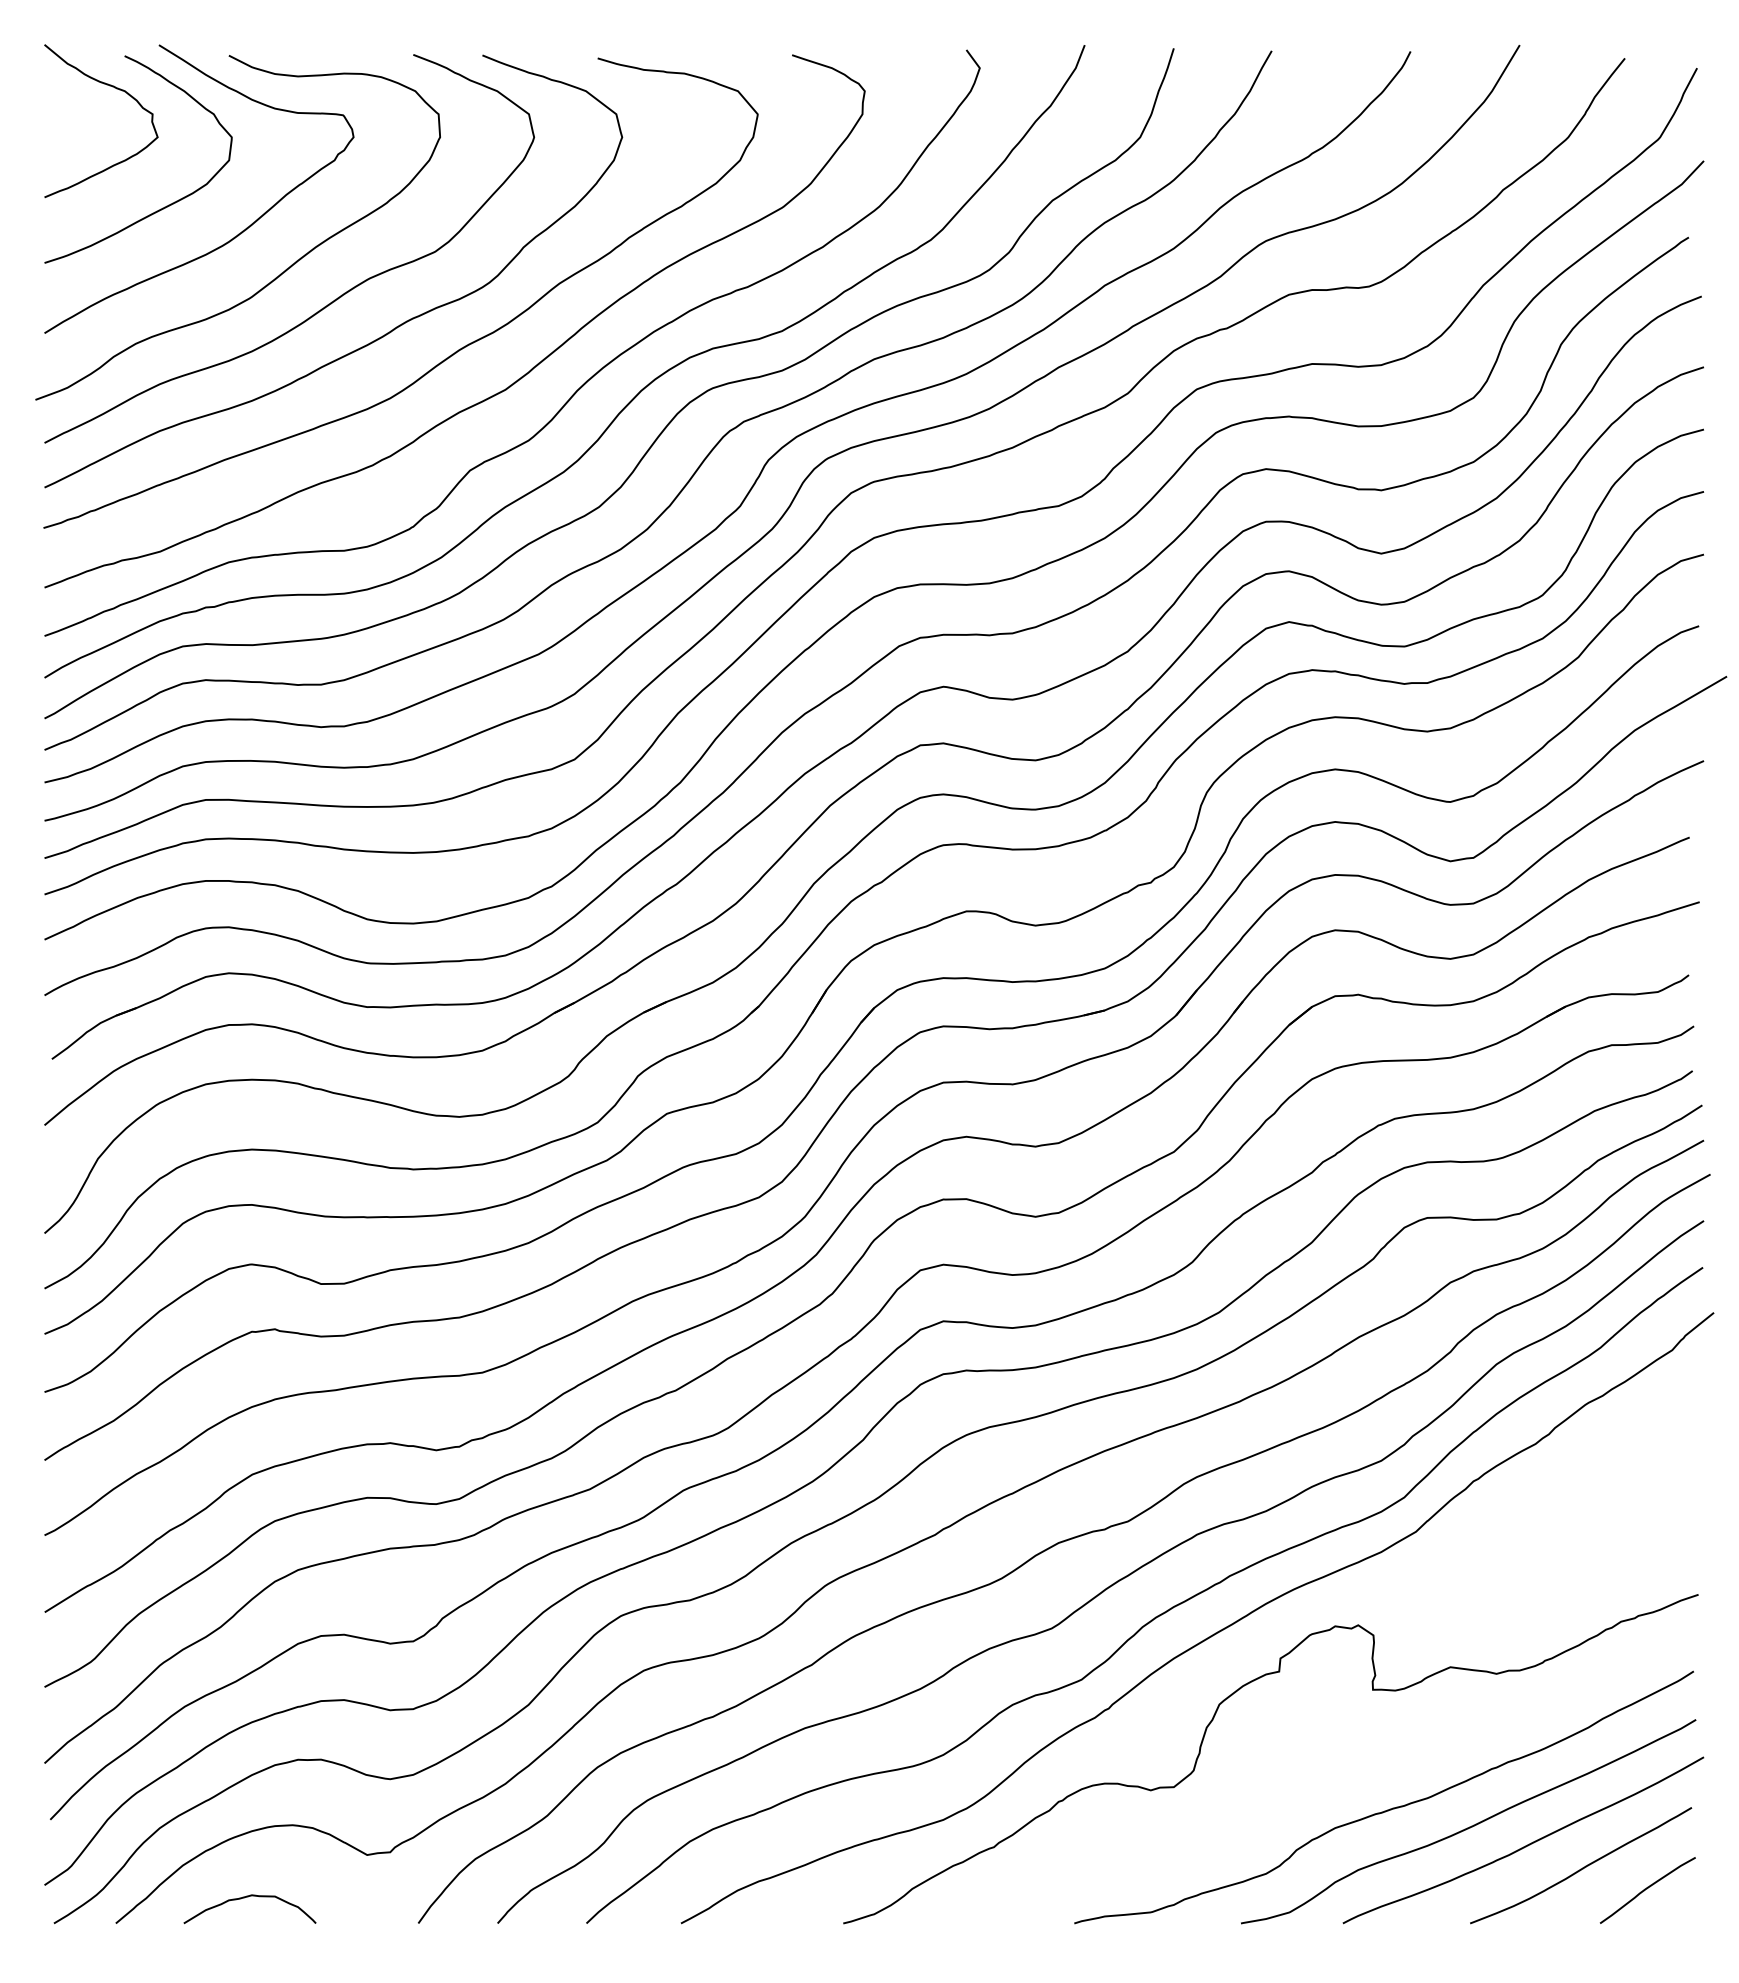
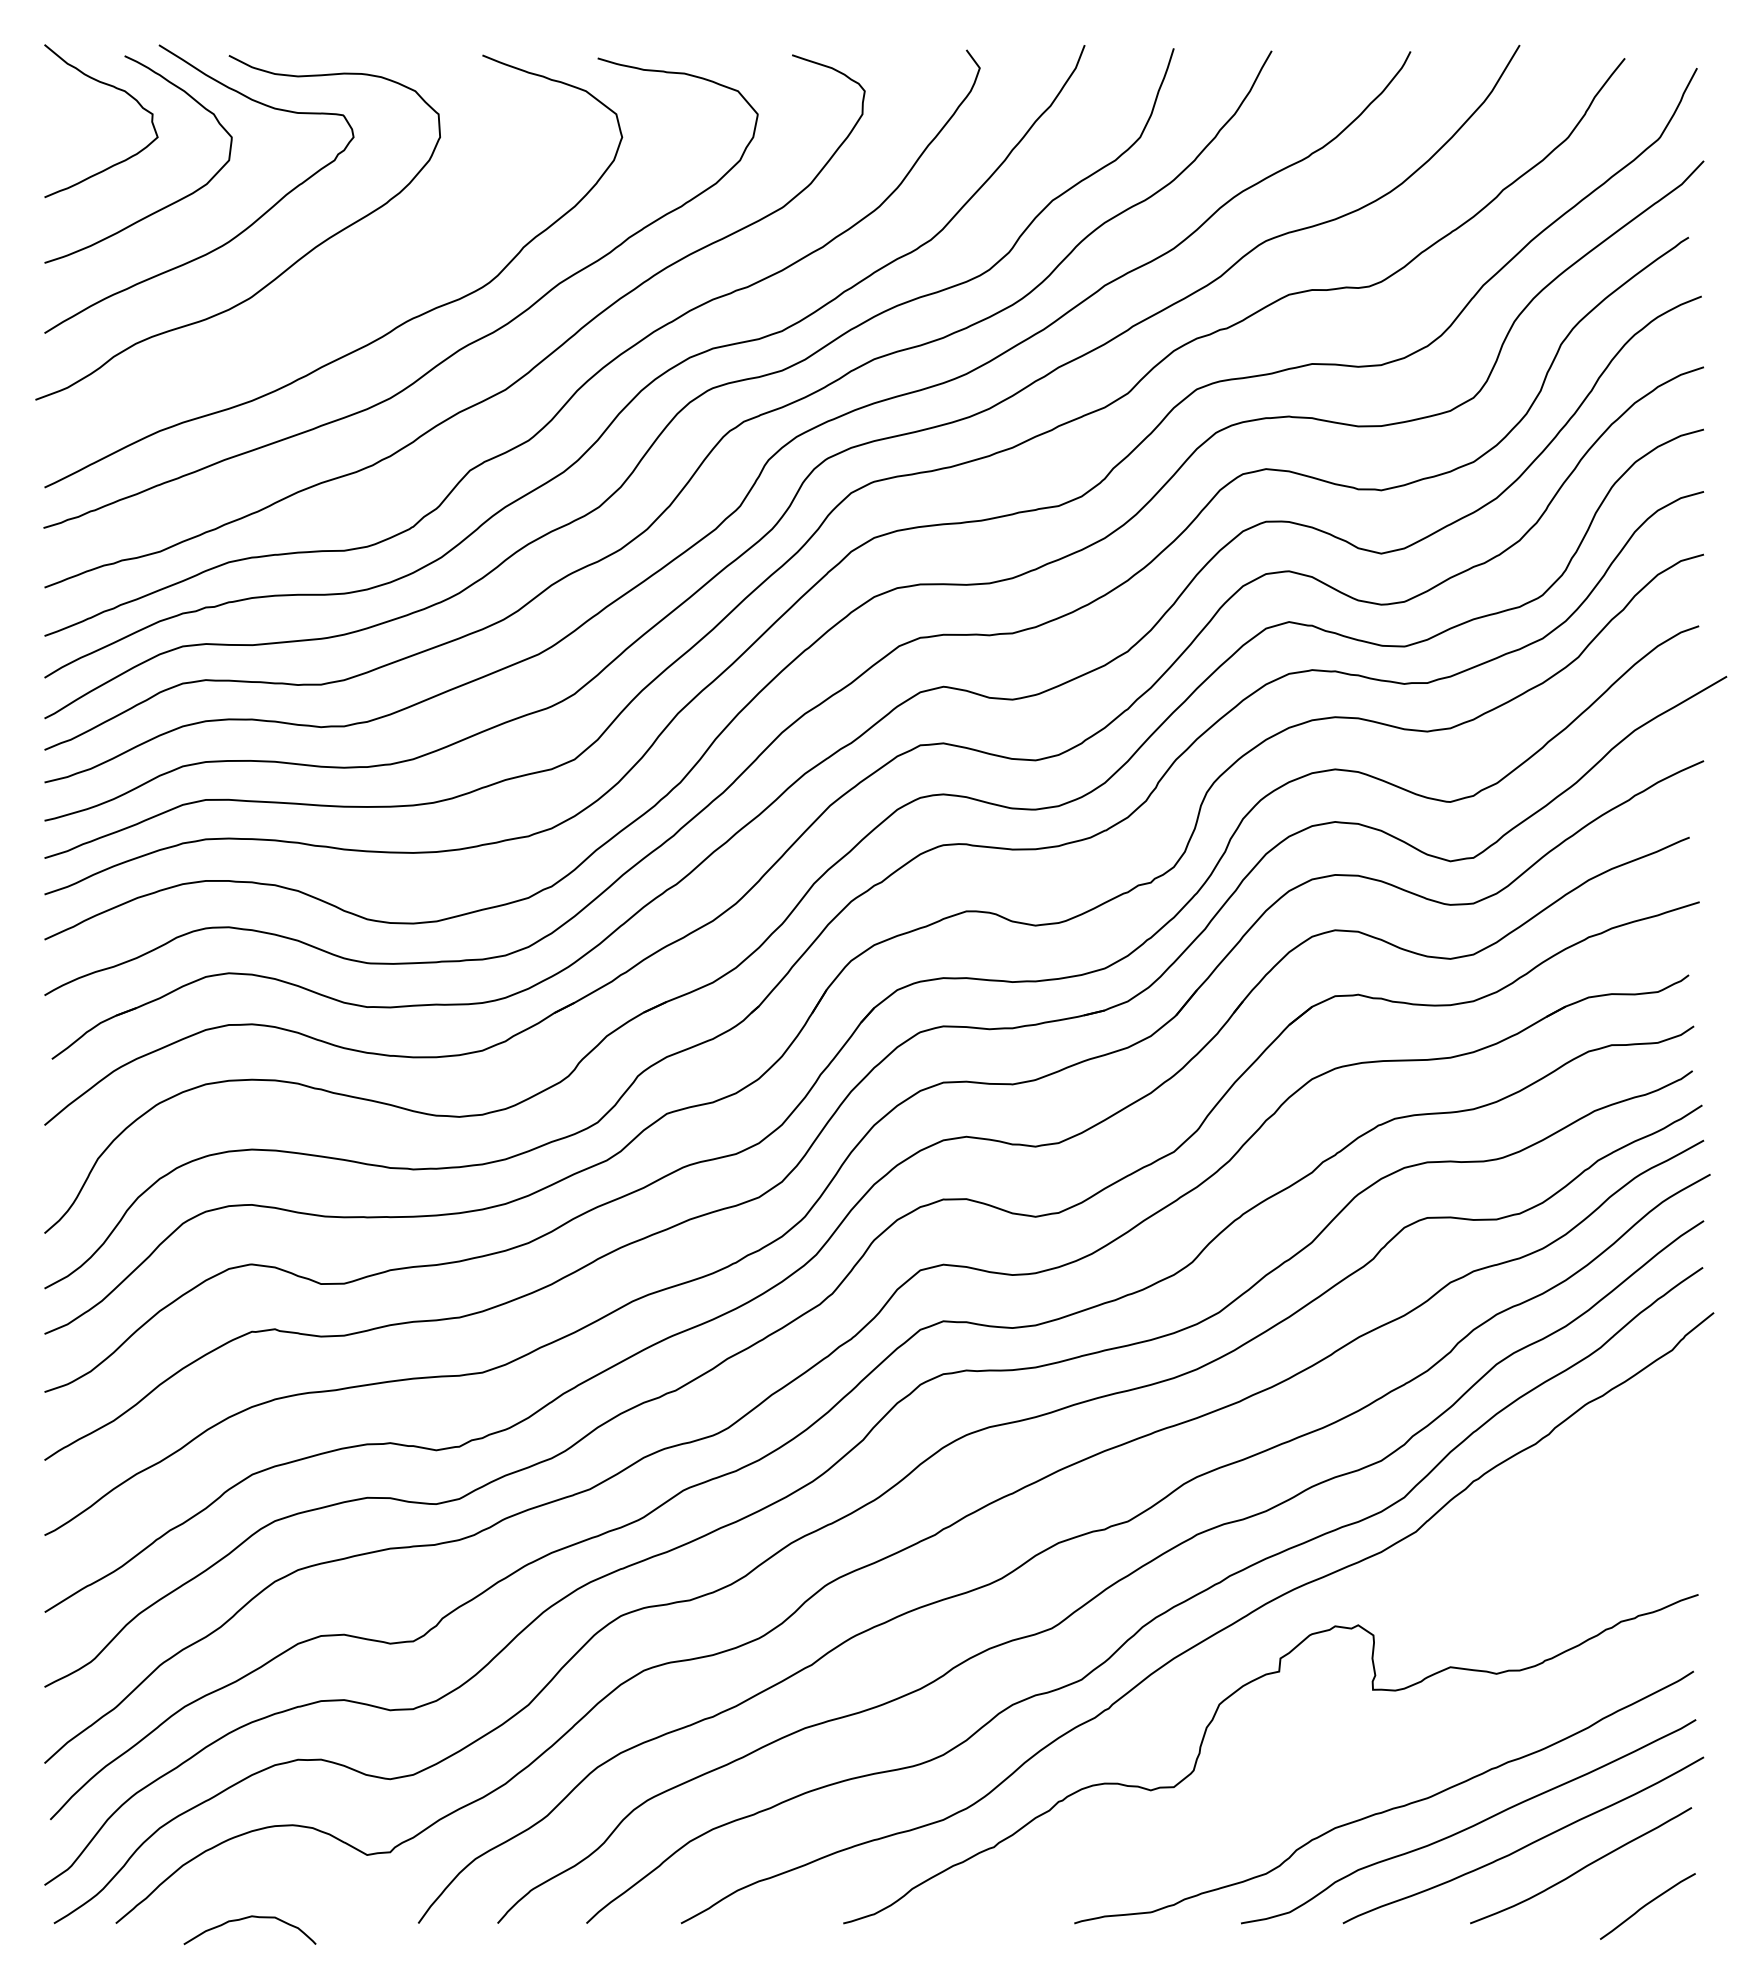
curve at (328, 303): present -> none
curve at (1647, 1889) position: (1647, 1889) -> (1647, 1905)
curve at (248, 1897) position: (248, 1897) -> (248, 1918)
